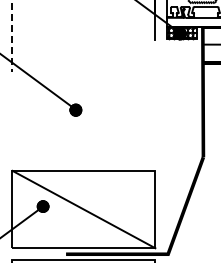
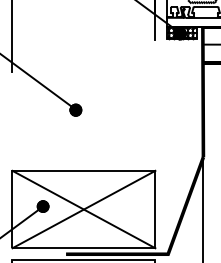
line at (12, 36): dashed -> solid
line at (203, 191): none -> present
line at (83, 209): none -> present
